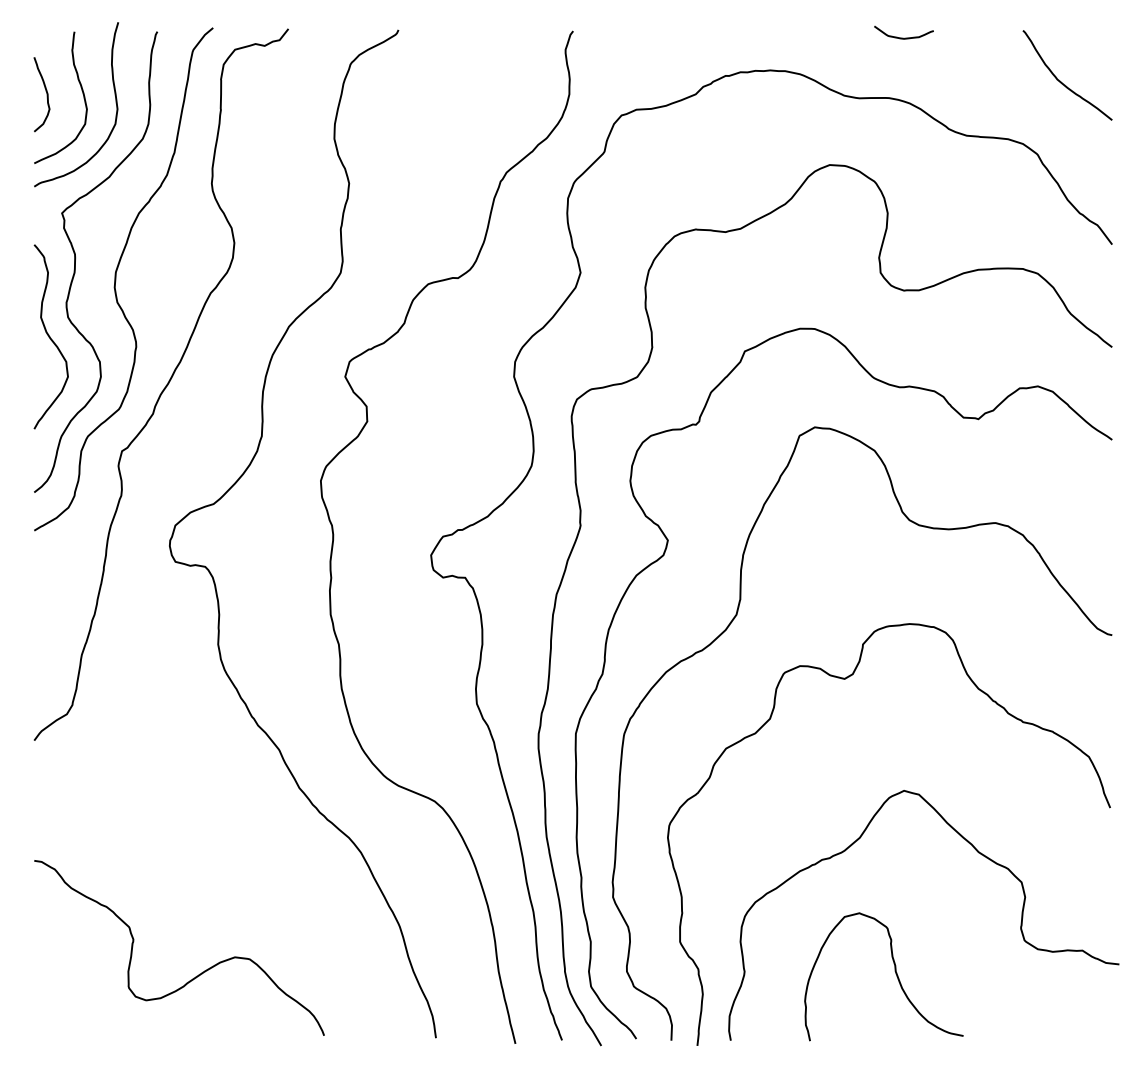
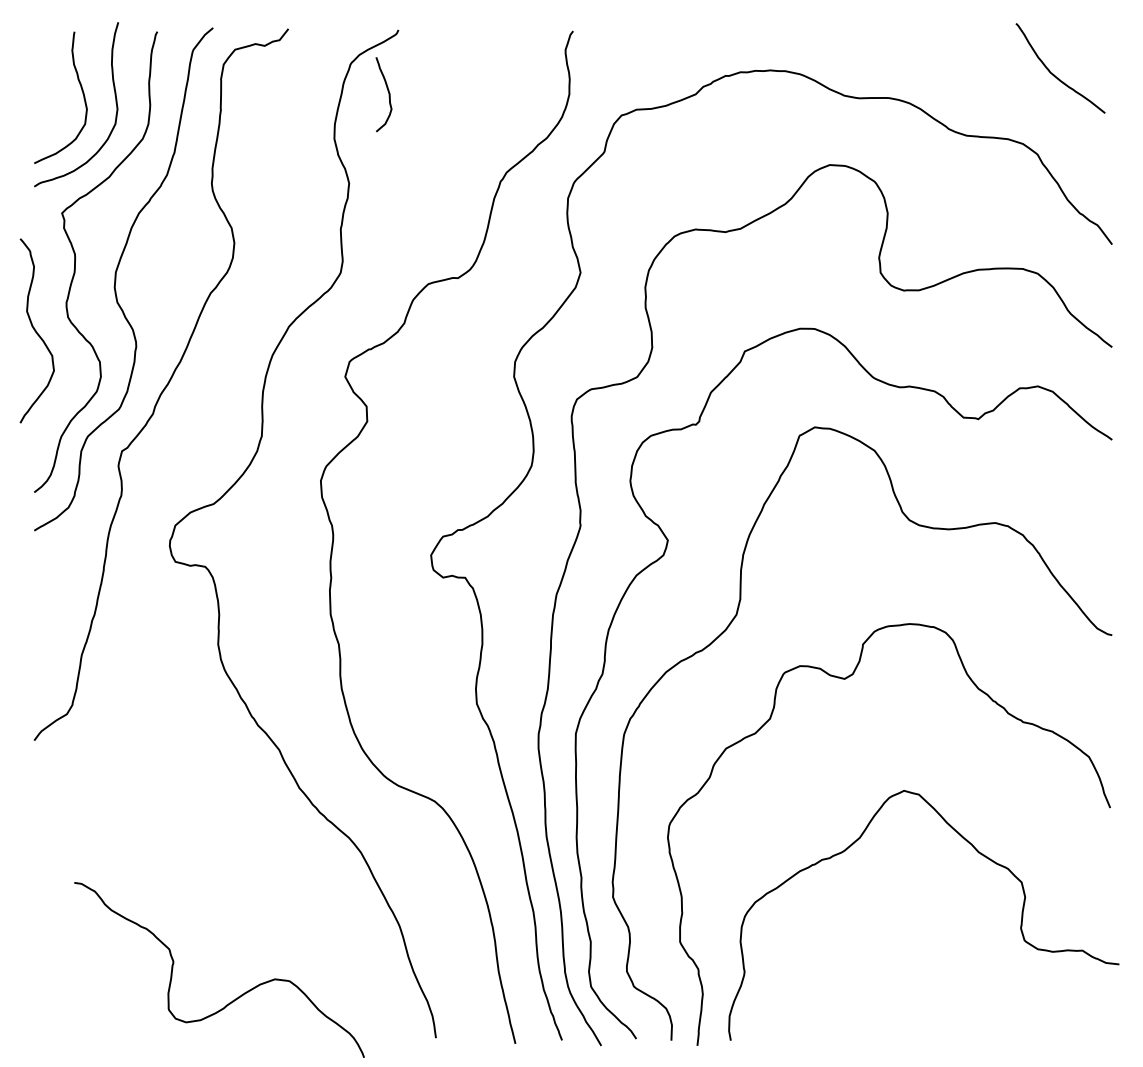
curve at (903, 37): present -> none
curve at (1061, 81) position: (1061, 81) -> (1054, 74)
curve at (45, 91) position: (45, 91) -> (387, 91)
curve at (50, 336) position: (50, 336) -> (36, 330)
curve at (894, 971): present -> none
curve at (198, 974) position: (198, 974) -> (238, 996)
